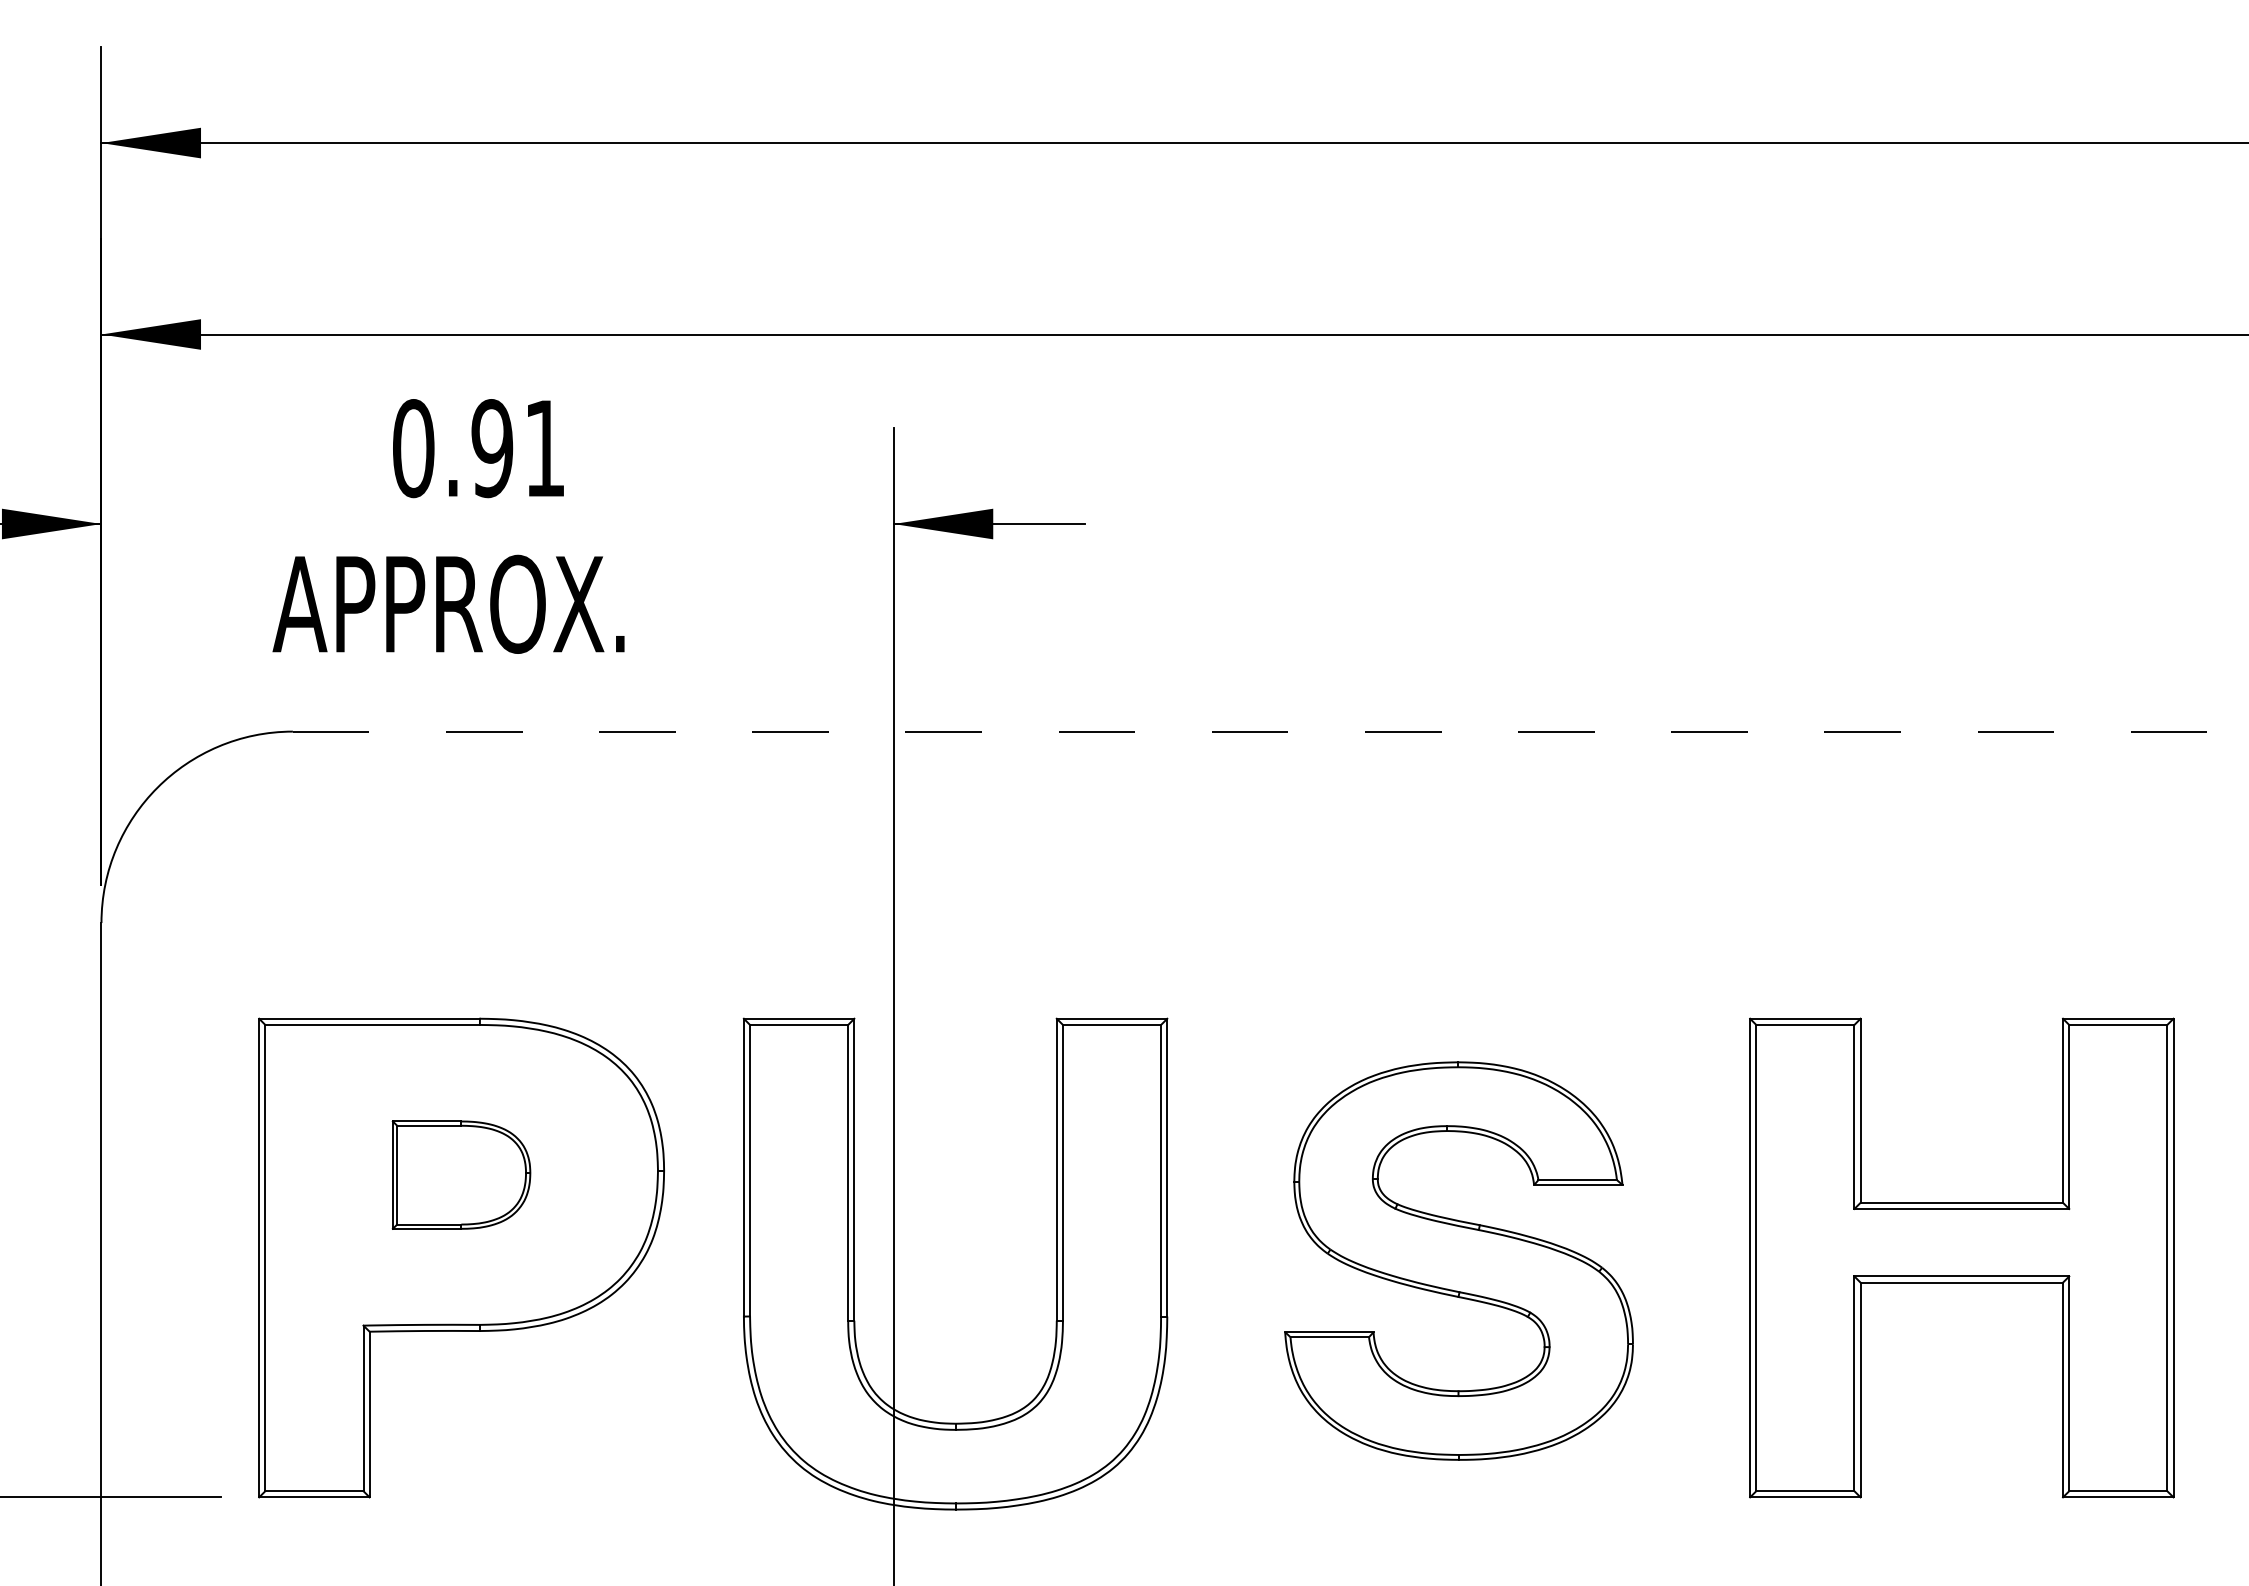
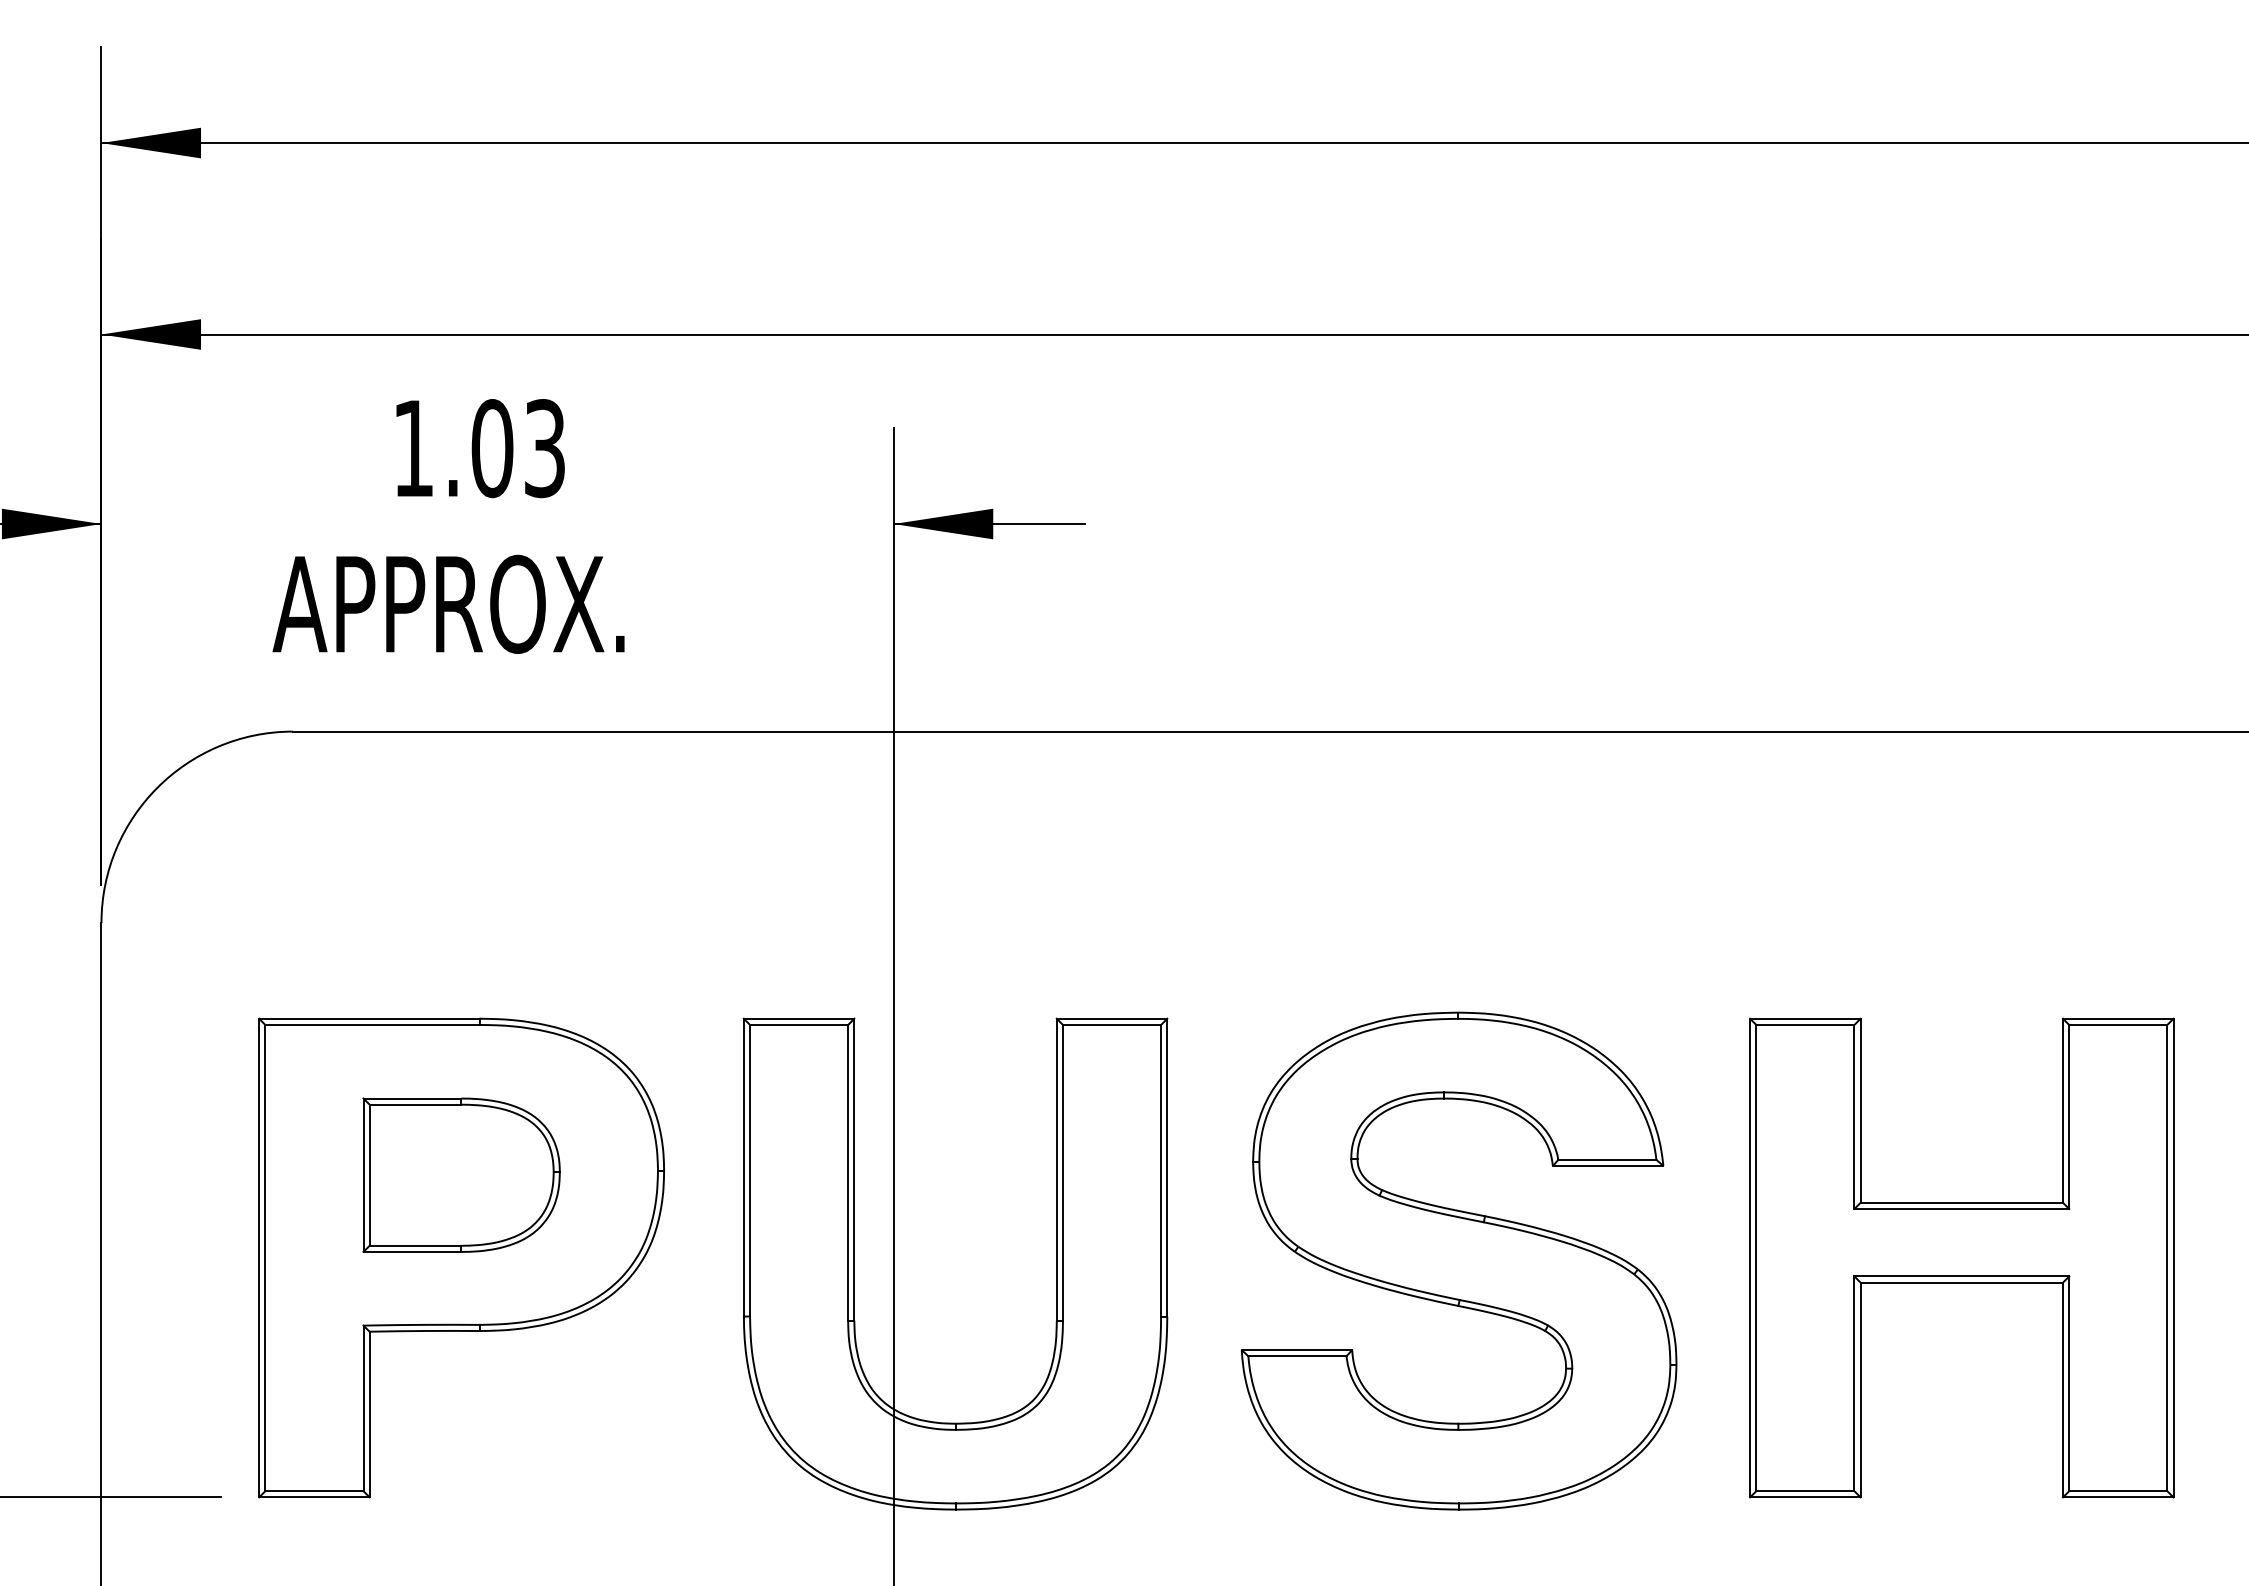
text at (478, 448): 0.91 -> 1.03
line at (1270, 731): dashed -> solid
part at (461, 1174) size: 141x110 px -> 199x156 px
part at (1458, 1260) size: 350x400 px -> 438x500 px
